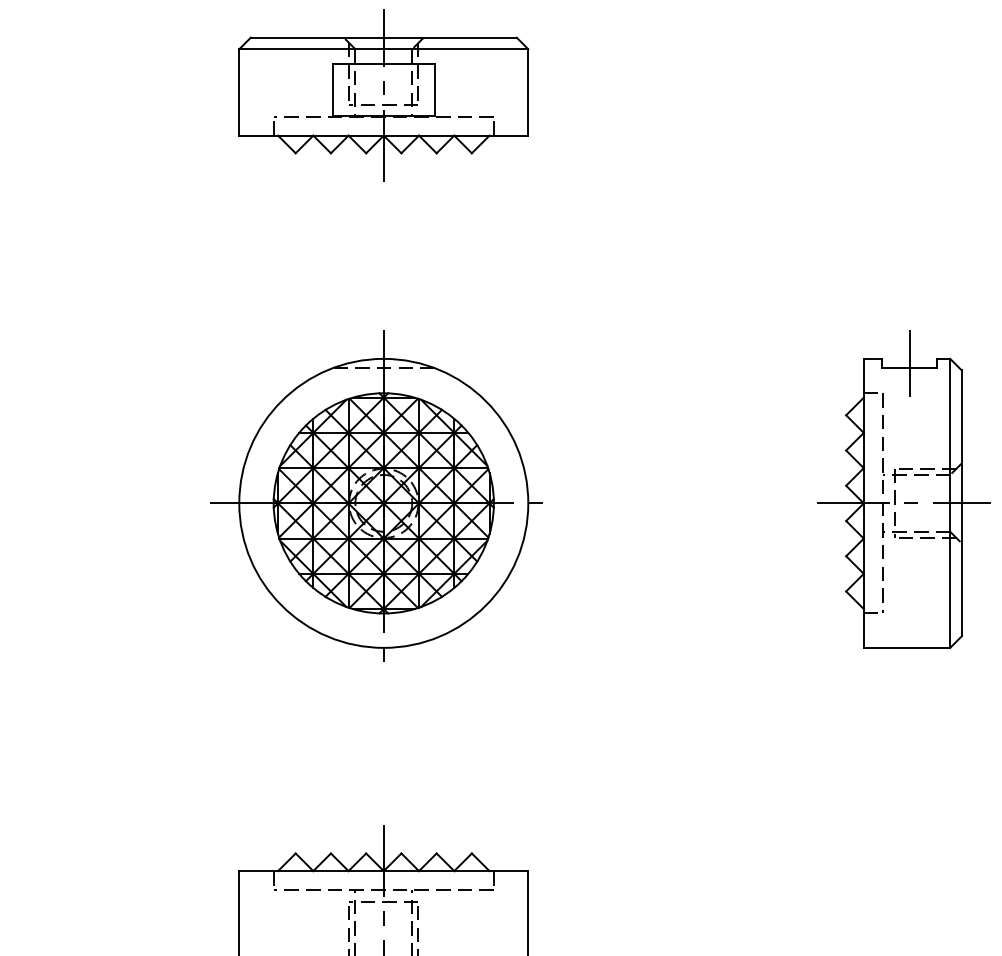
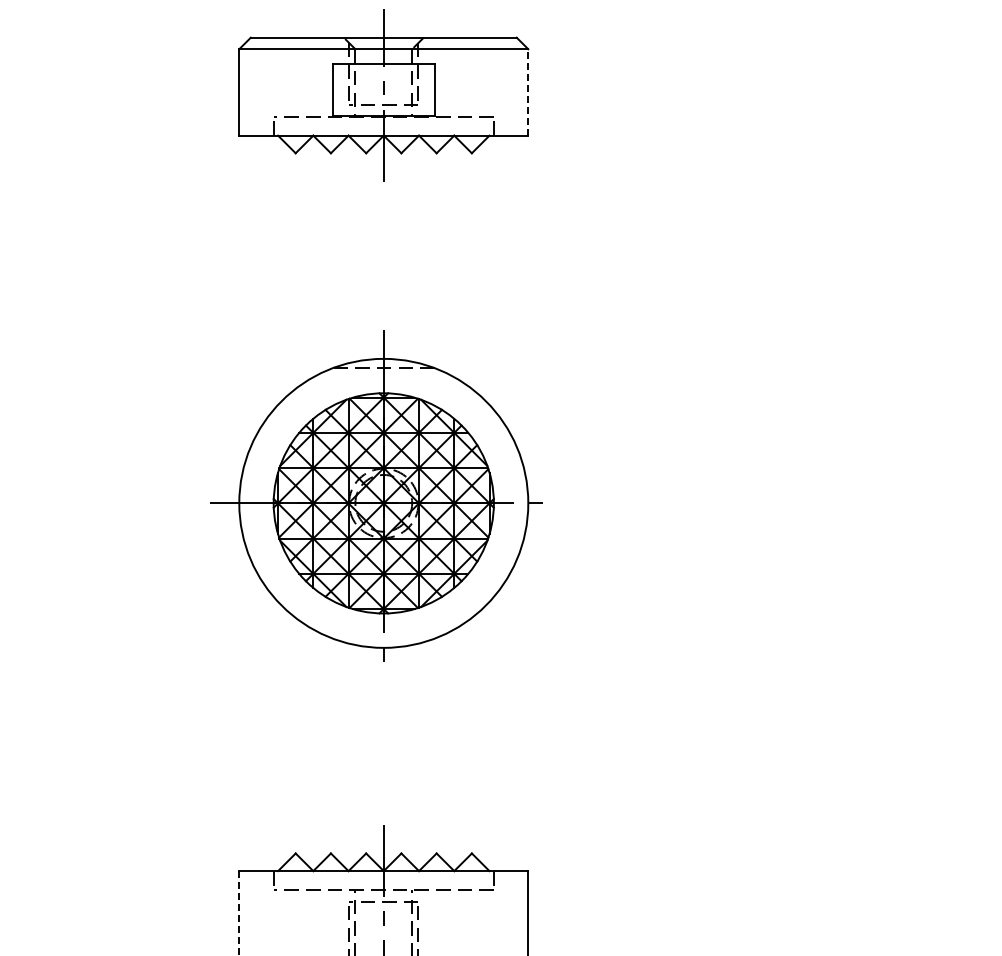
line at (528, 91): solid -> dashed
part at (903, 489): present -> none
line at (239, 913): solid -> dashed
